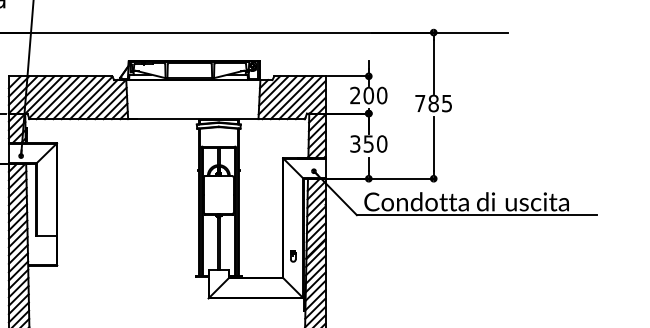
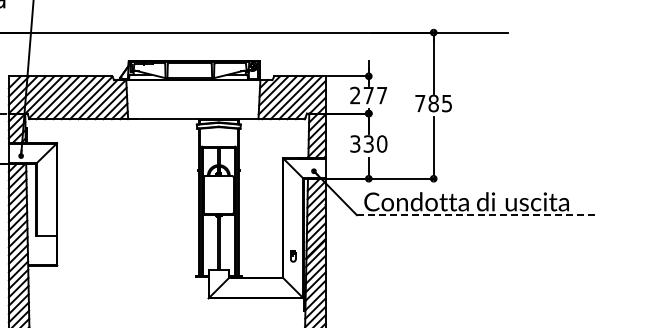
text at (375, 95): 200 -> 277
text at (368, 143): 350 -> 330
line at (476, 215): solid -> dashed
